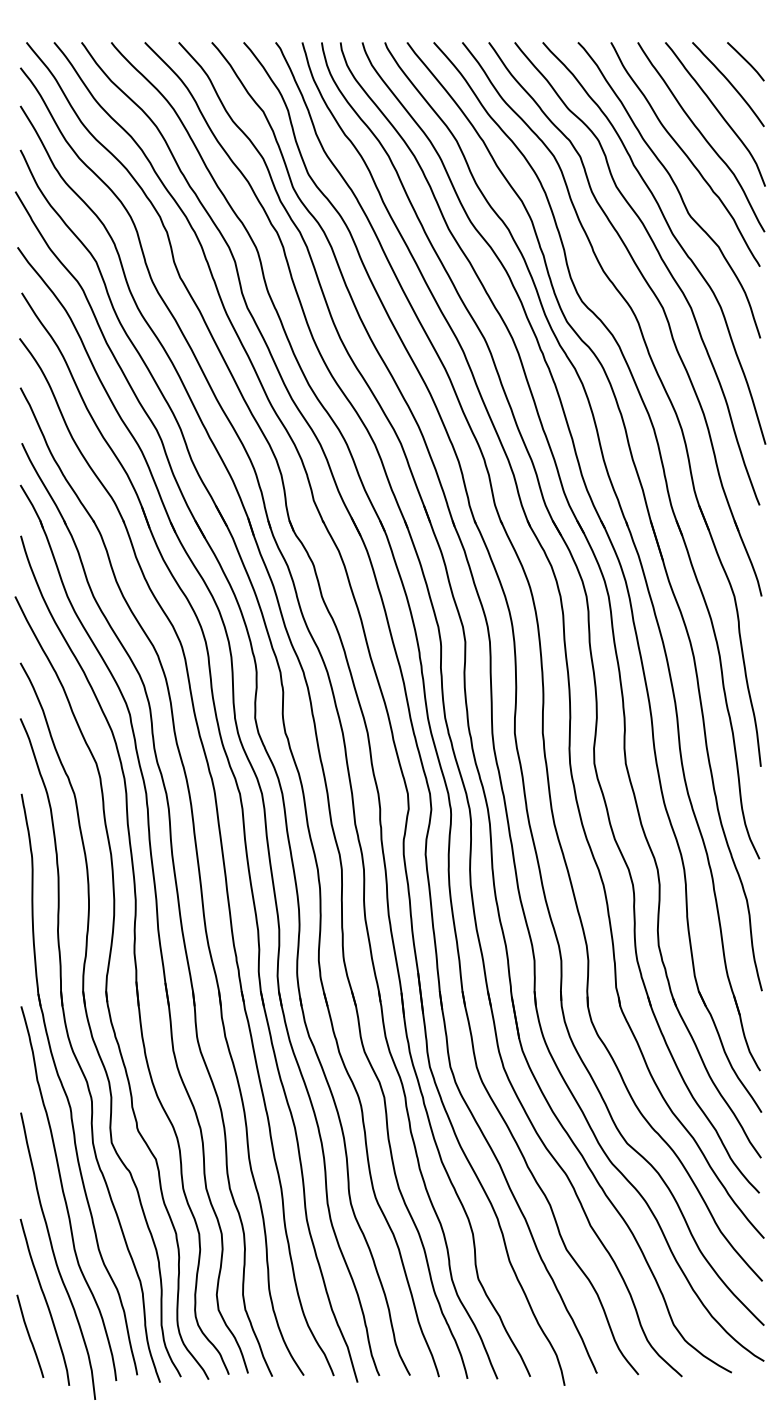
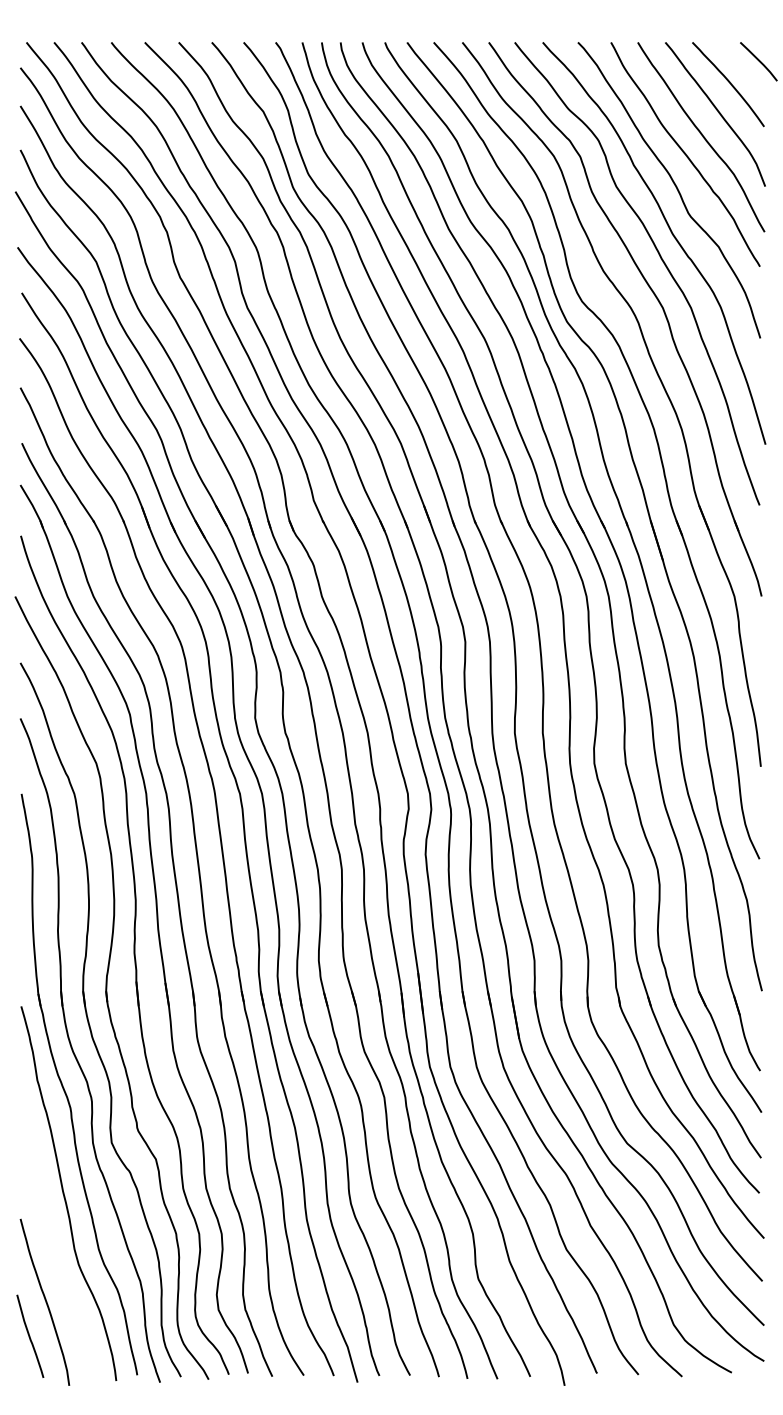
line at (745, 61) position: (745, 61) -> (758, 61)
curve at (55, 1255): present -> none
